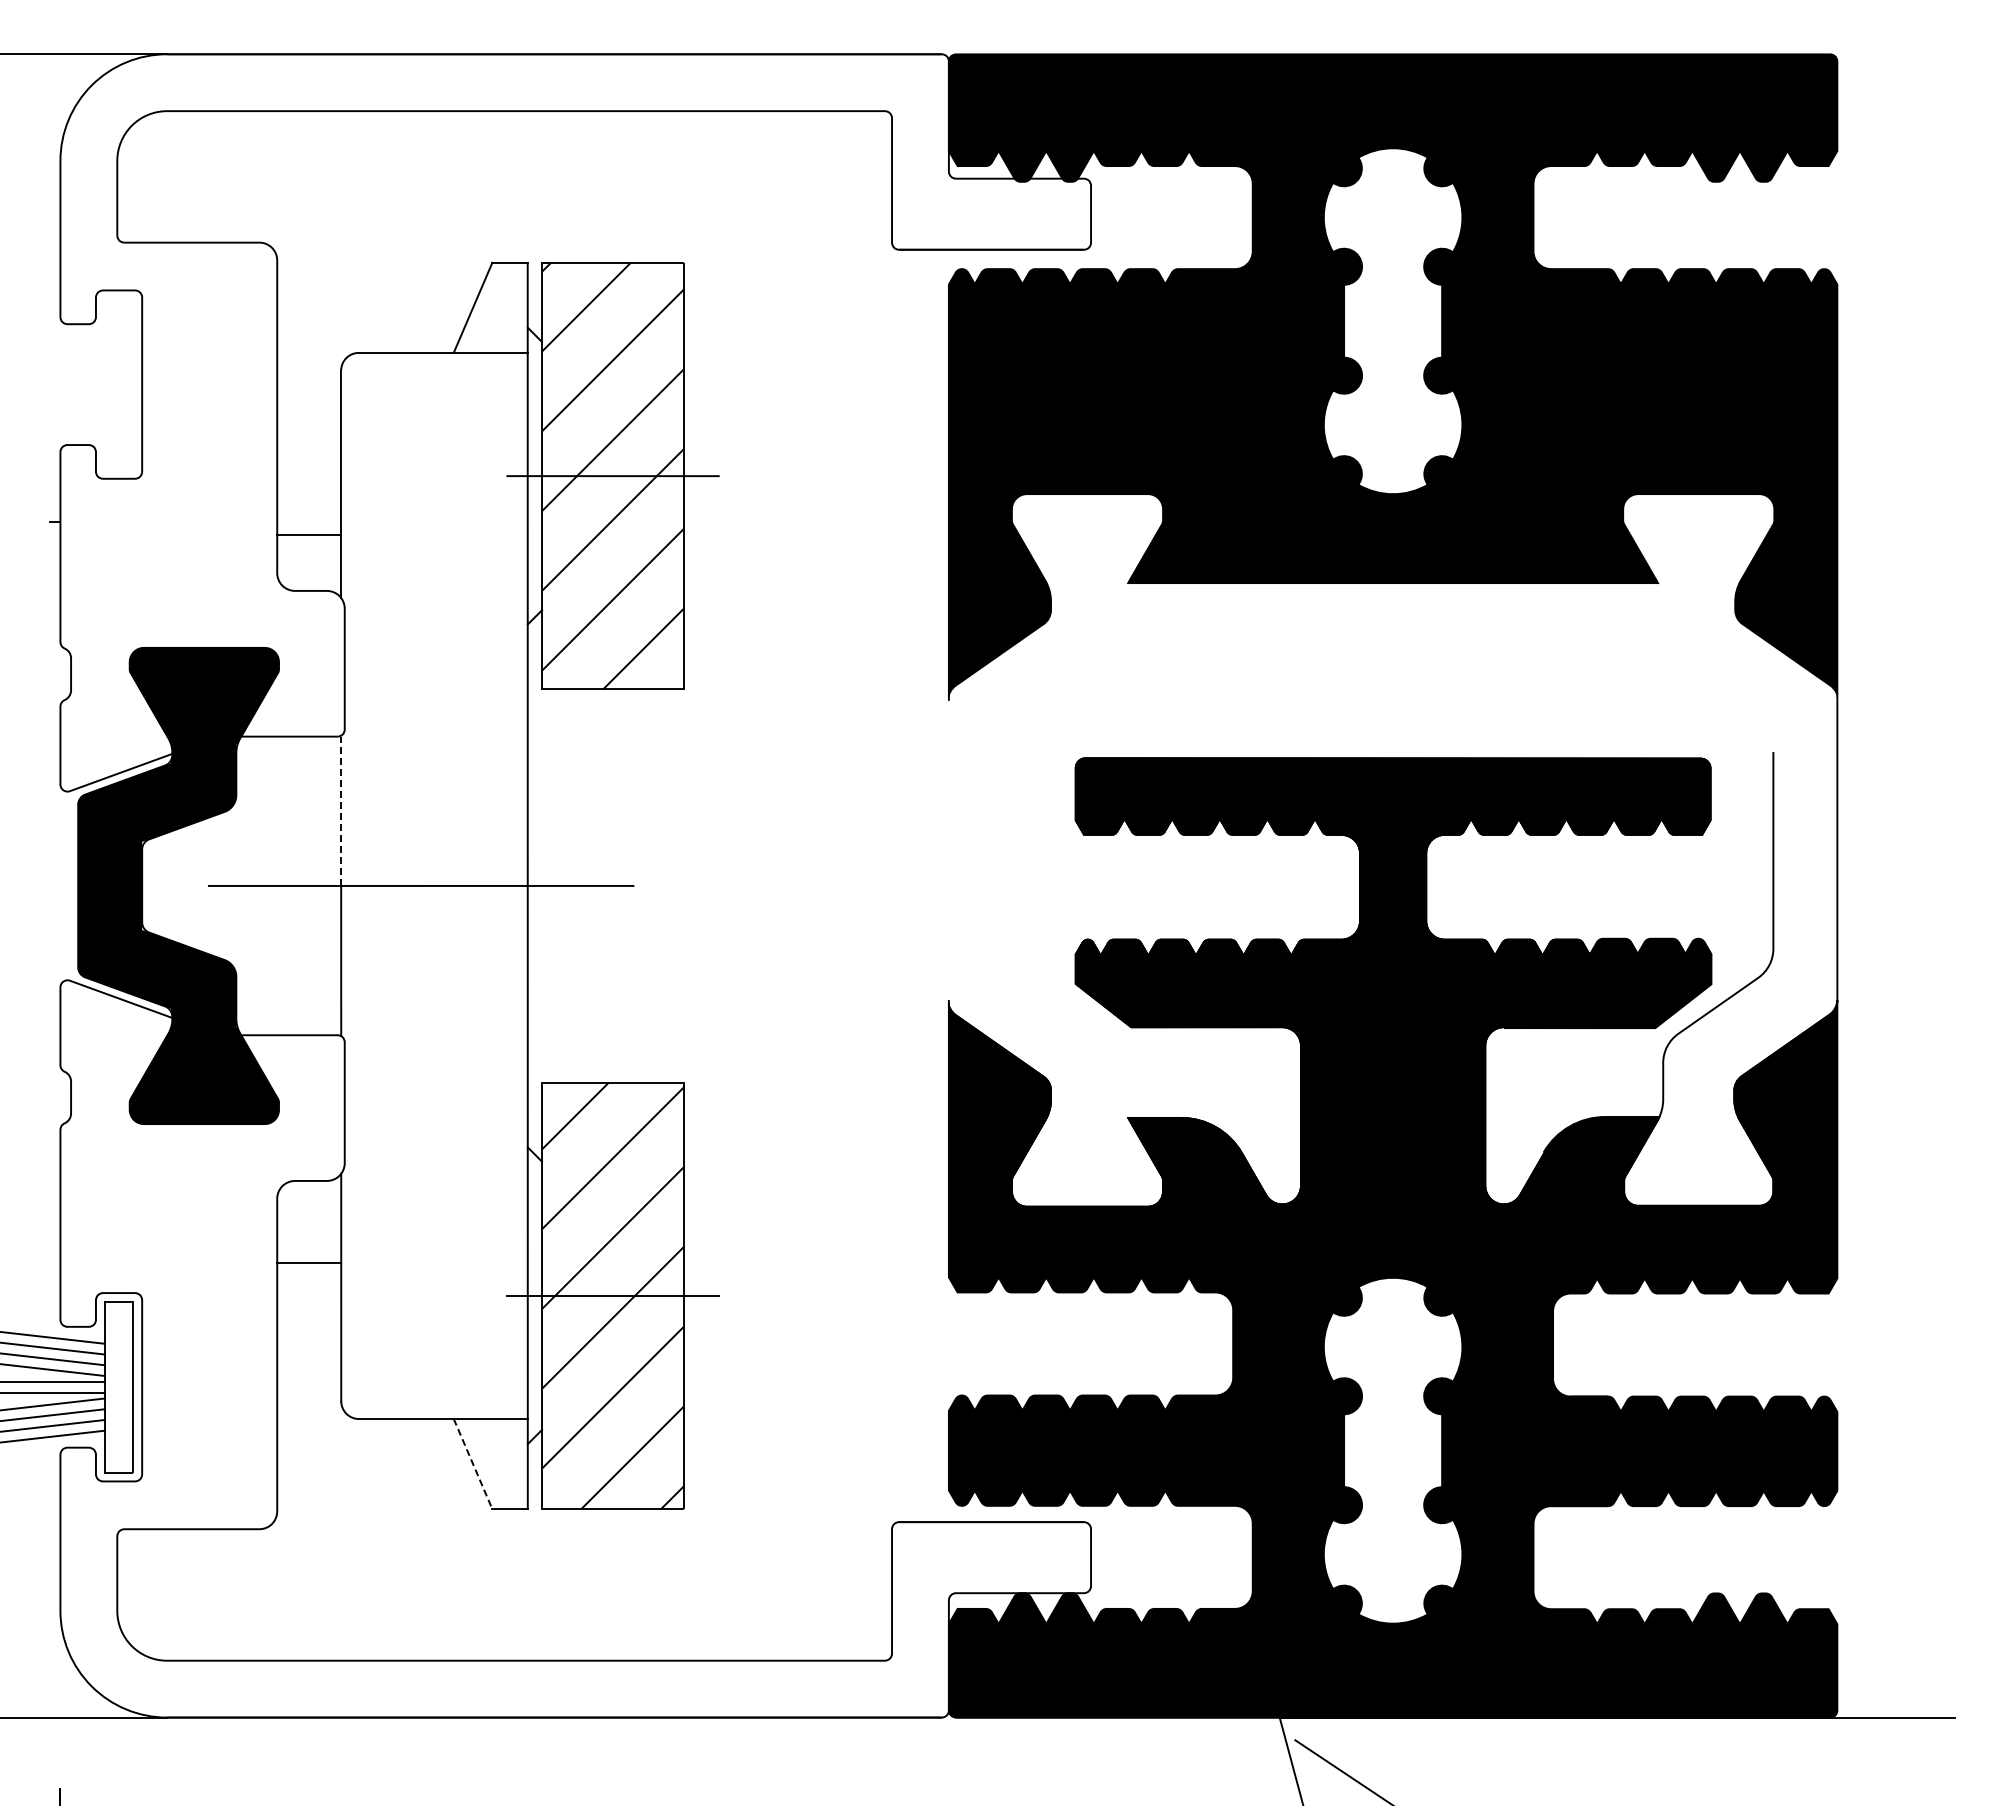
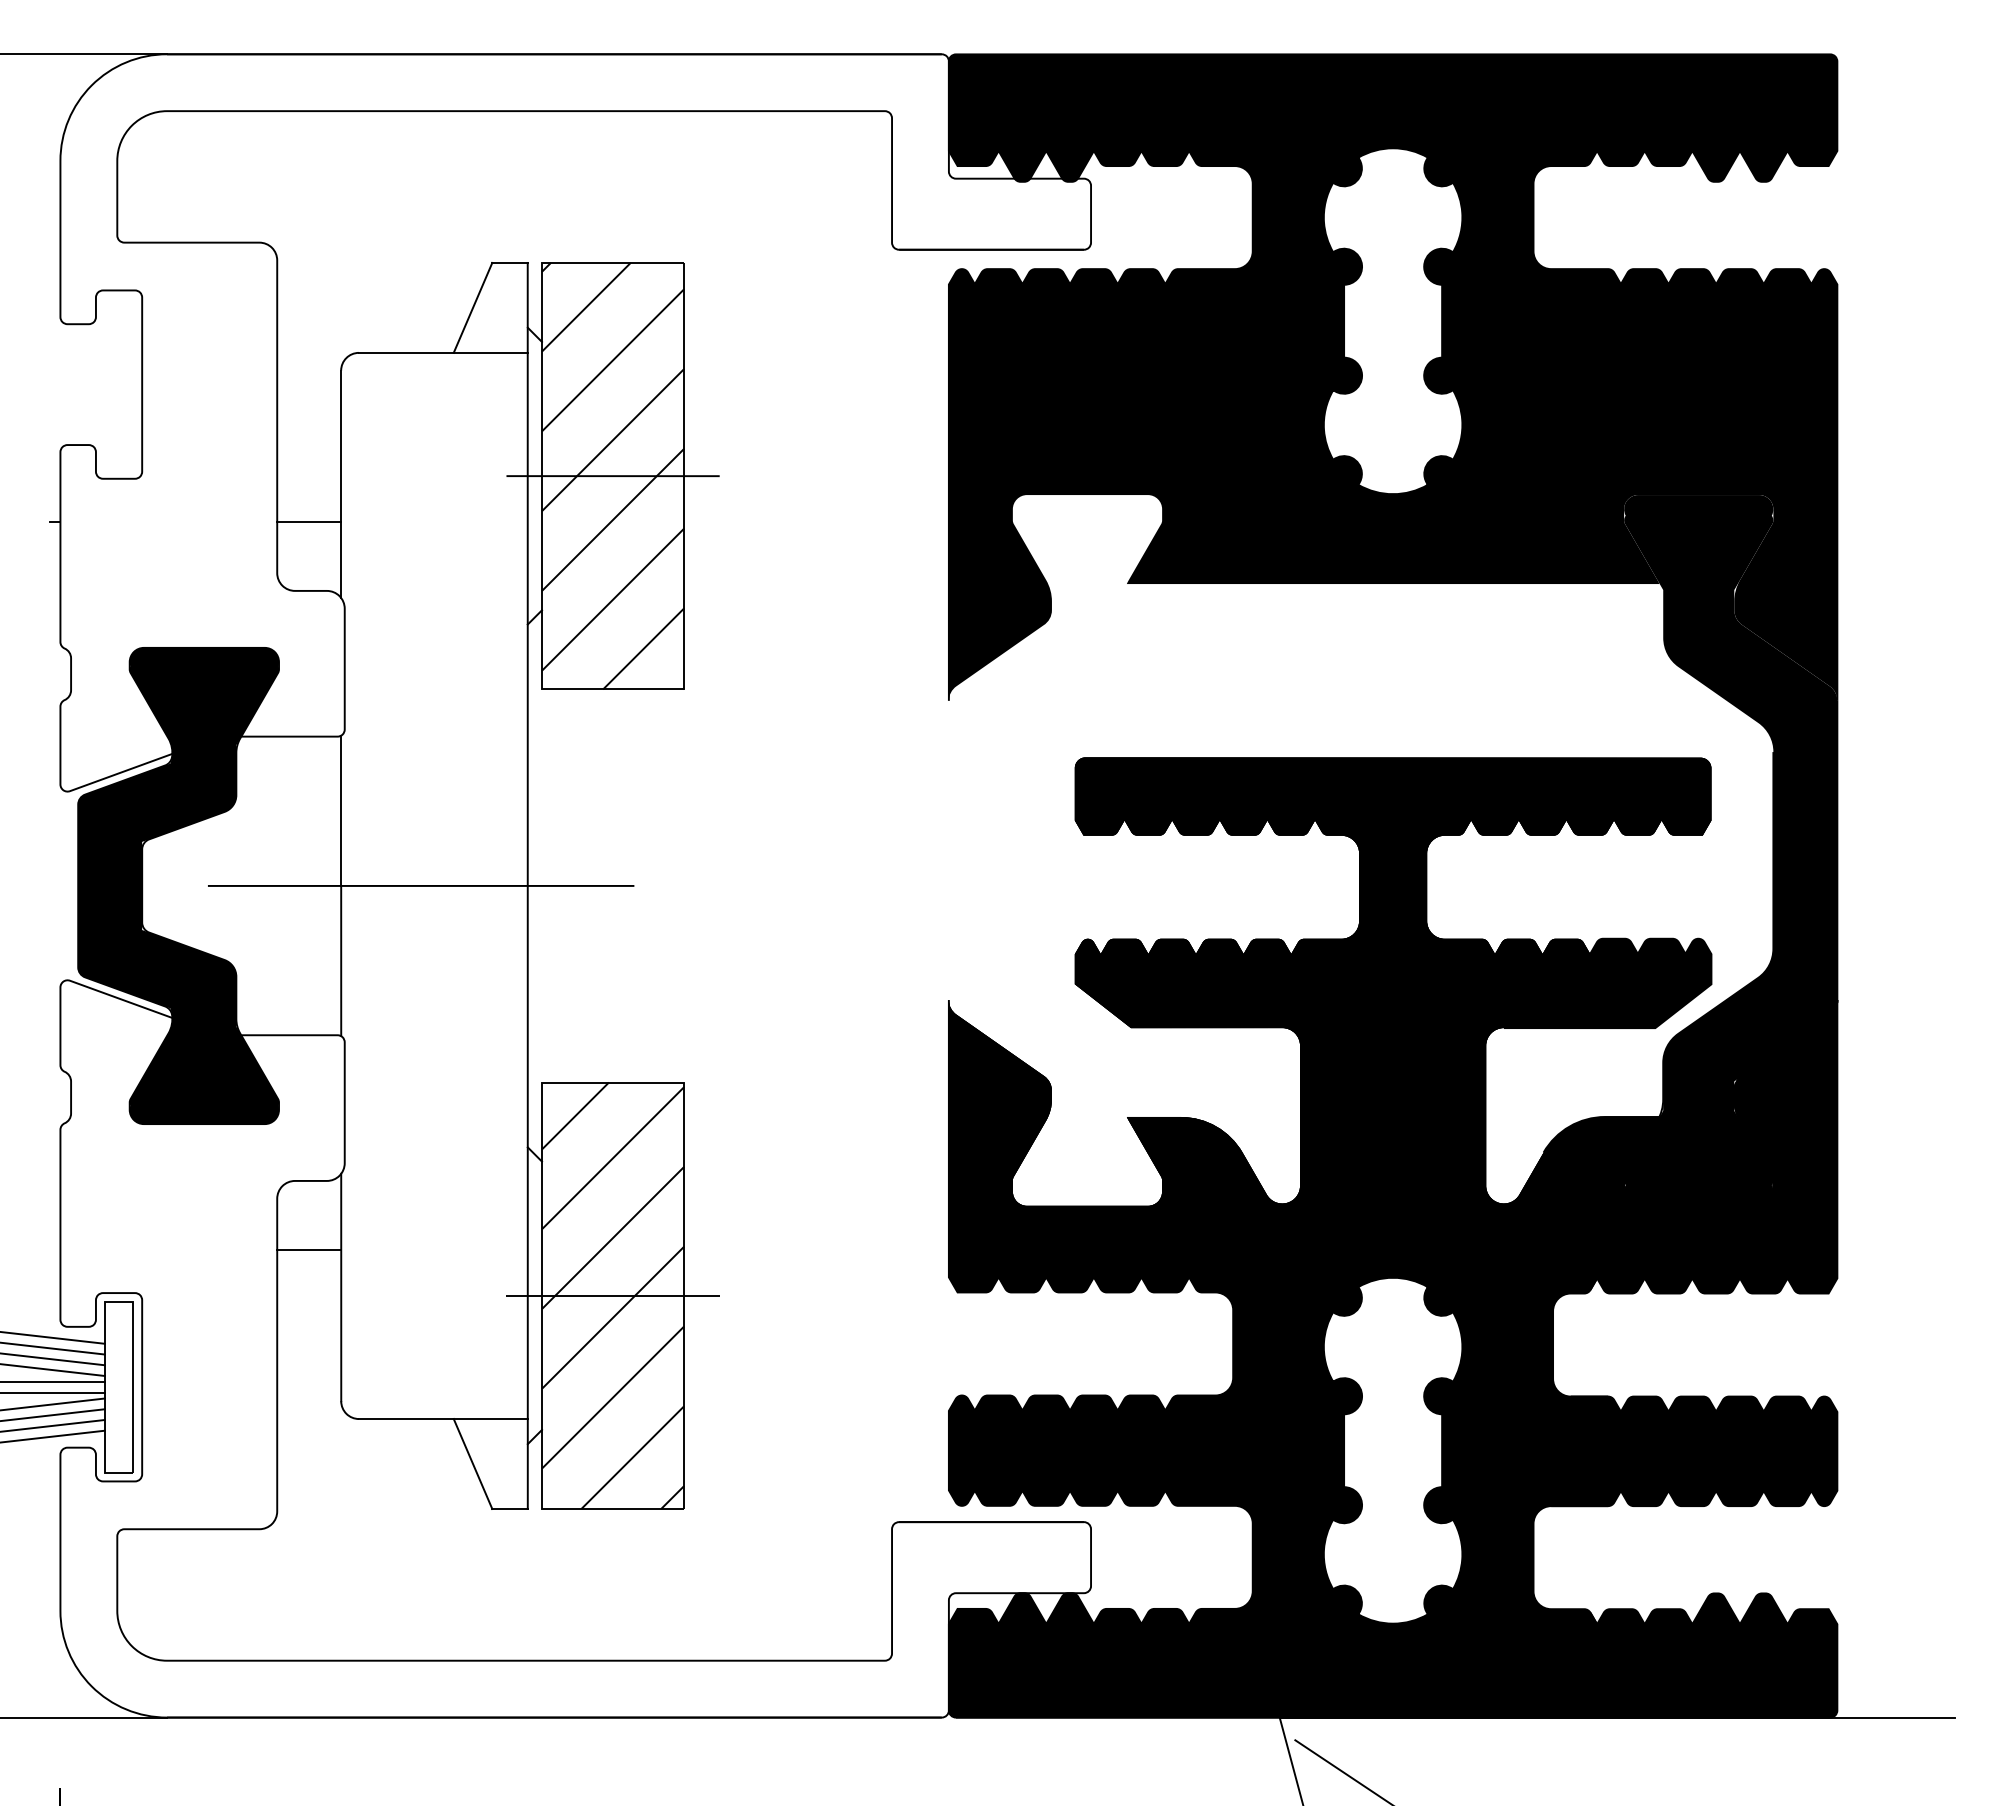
line at (309, 534) position: (309, 534) -> (309, 521)
line at (341, 811): dashed -> solid
fill at (1730, 850): none -> present
line at (309, 1263) position: (309, 1263) -> (309, 1250)
line at (473, 1464): dashed -> solid
